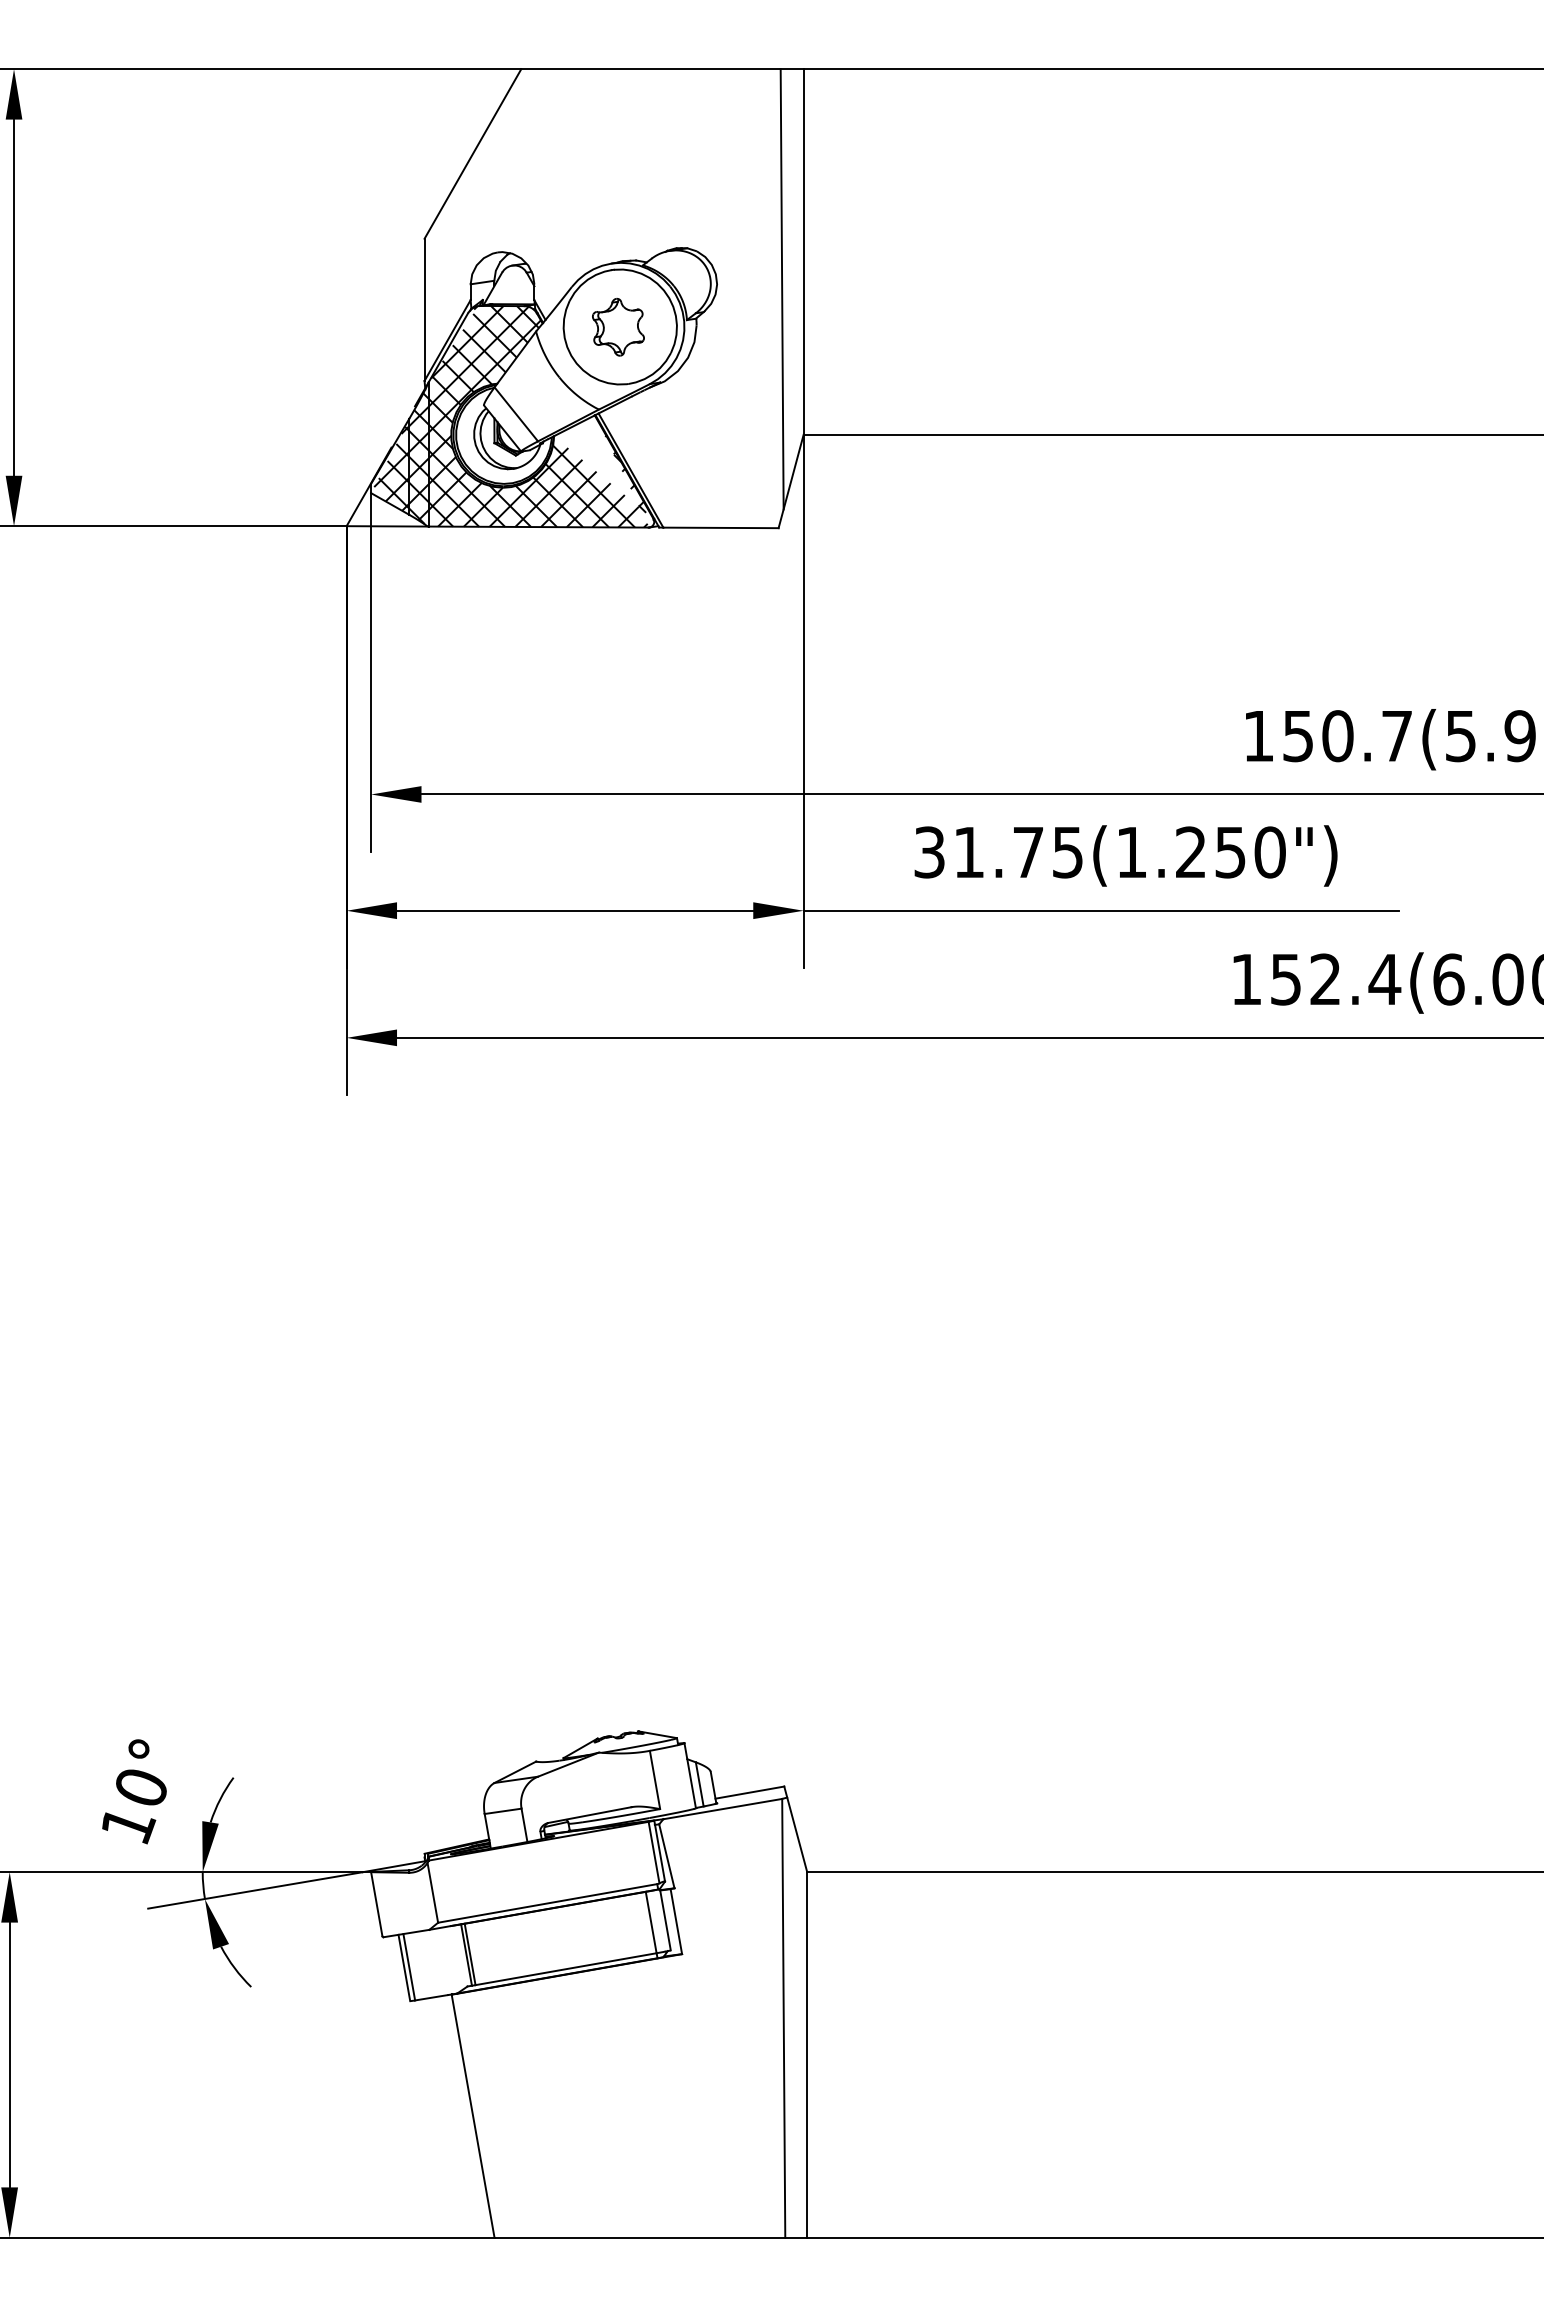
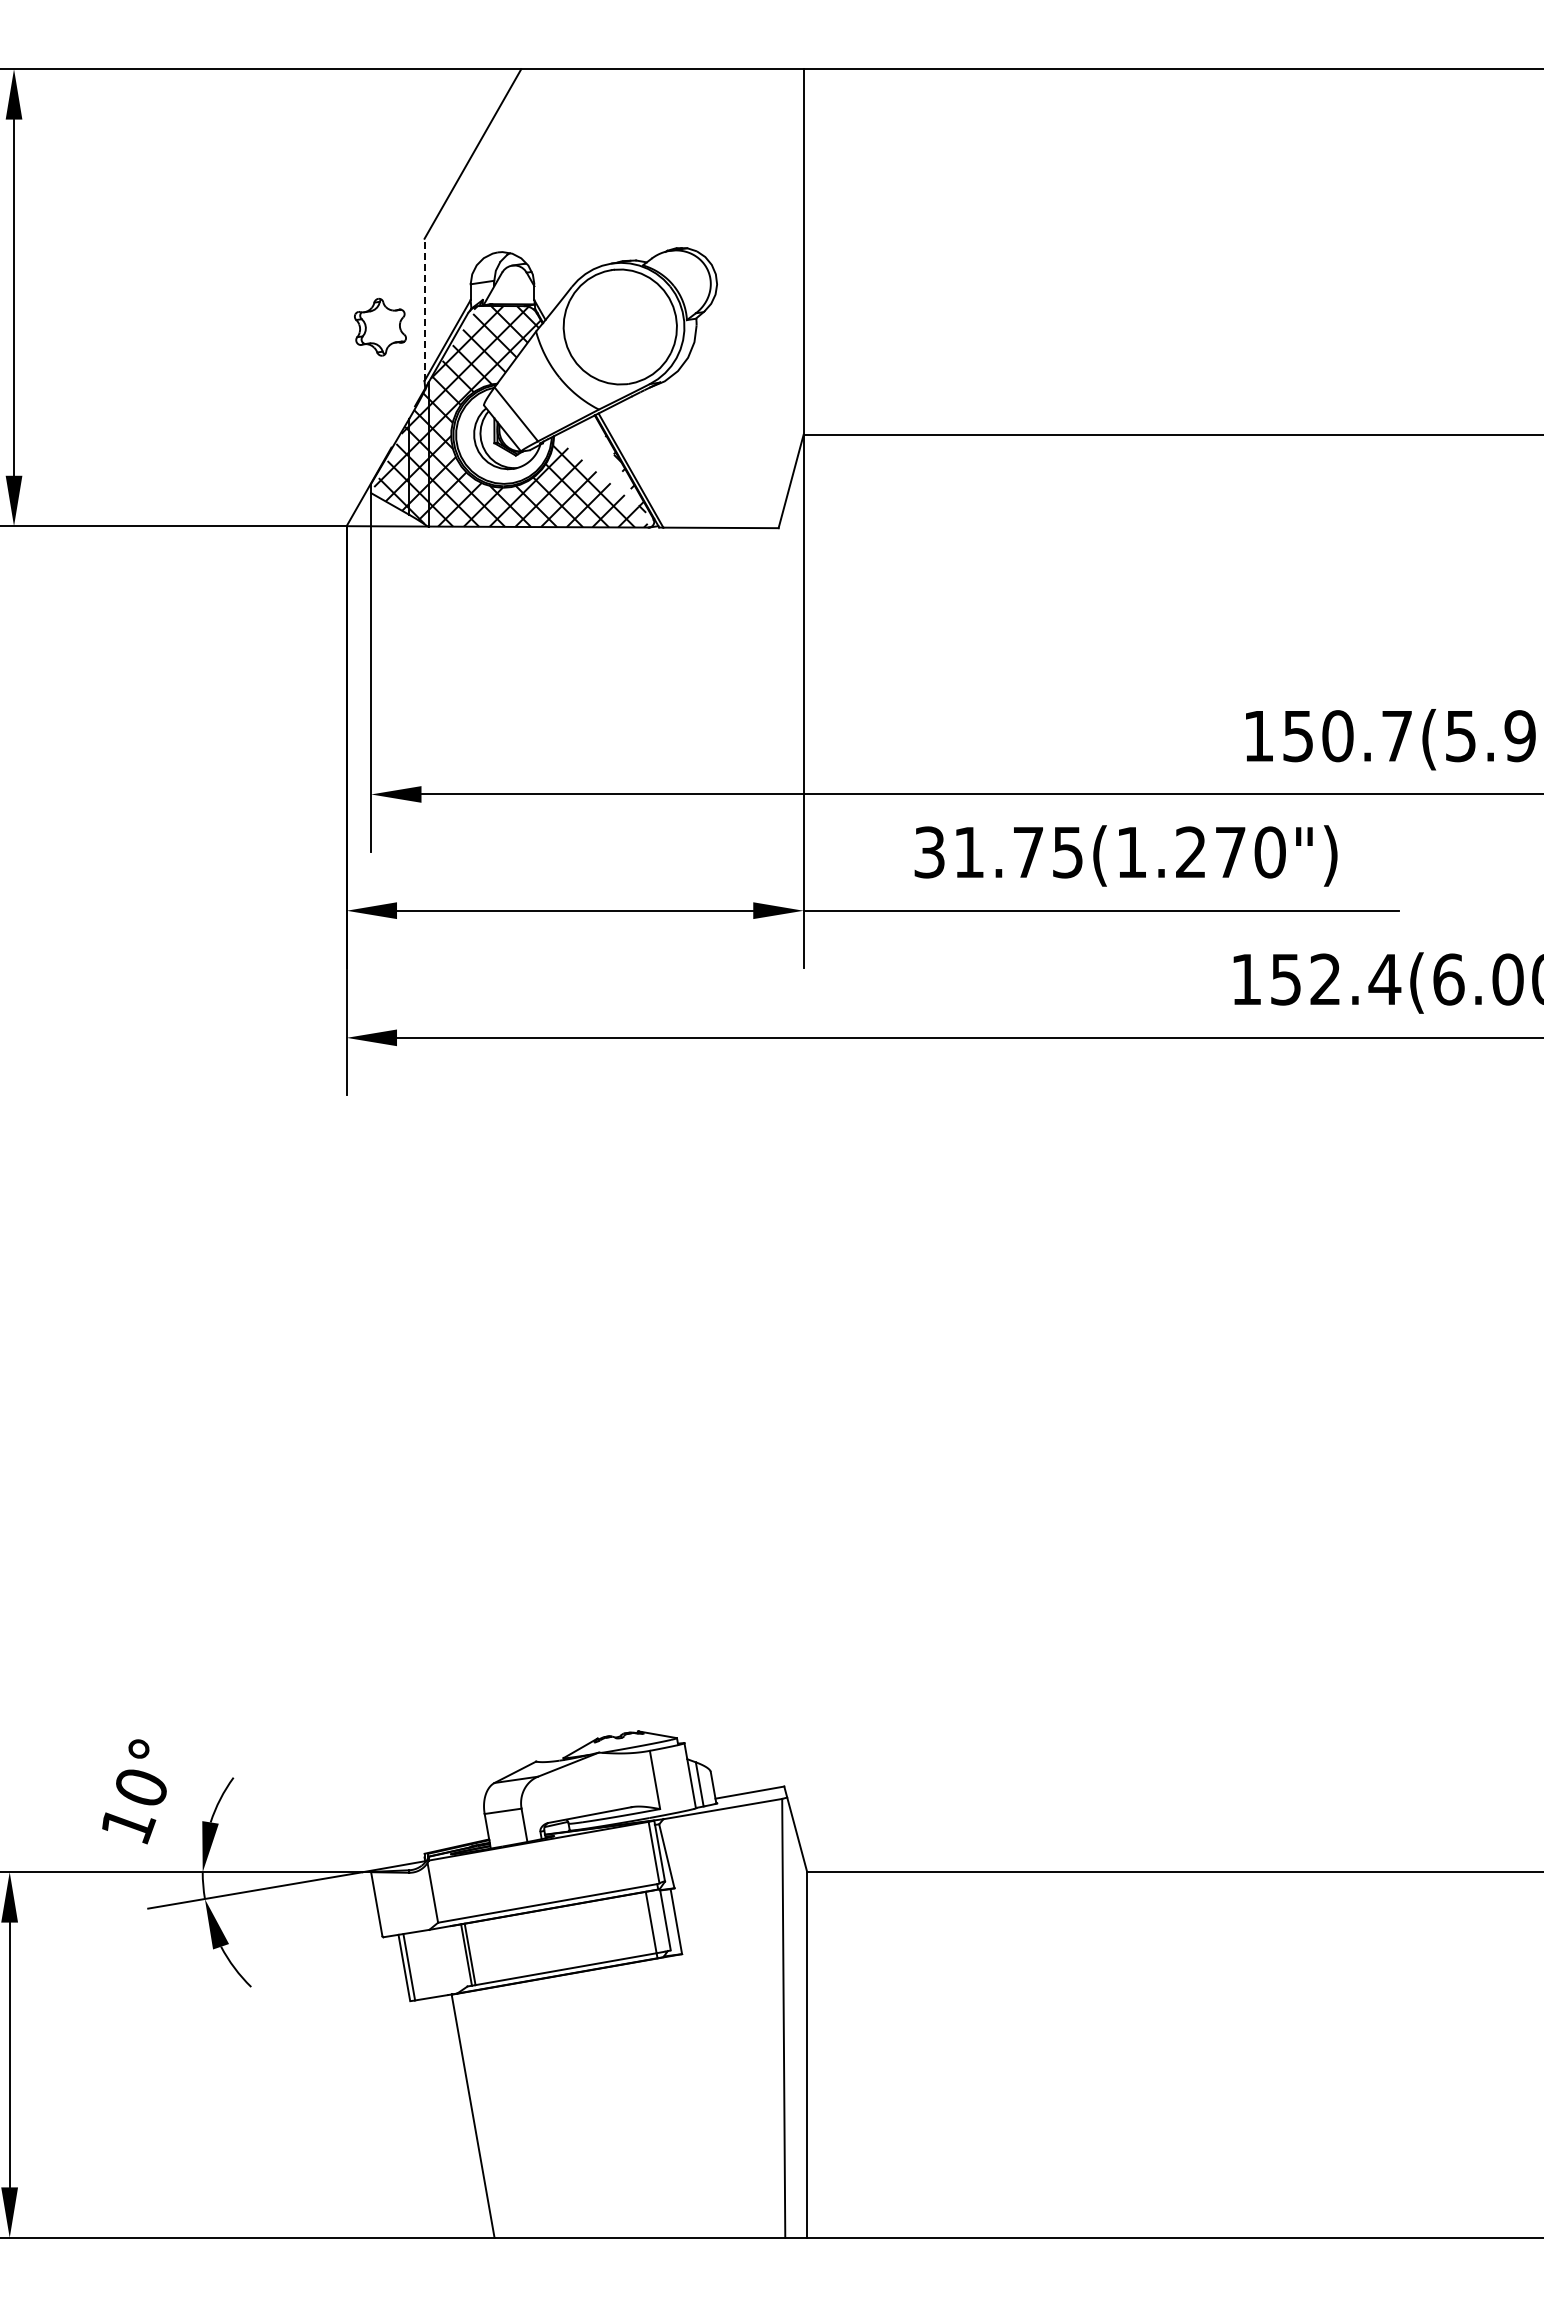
line at (781, 289): present -> none
line at (424, 309): solid -> dashed
part at (618, 327) position: (618, 327) -> (380, 327)
text at (1230, 852): 31.75(1.250") -> 31.75(1.270")
